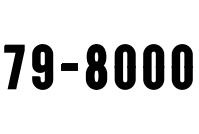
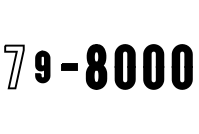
fill at (14, 66): present -> none
part at (42, 66) size: 22x46 px -> 16x34 px
